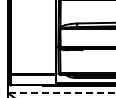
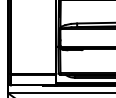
line at (61, 93): dashed -> solid
